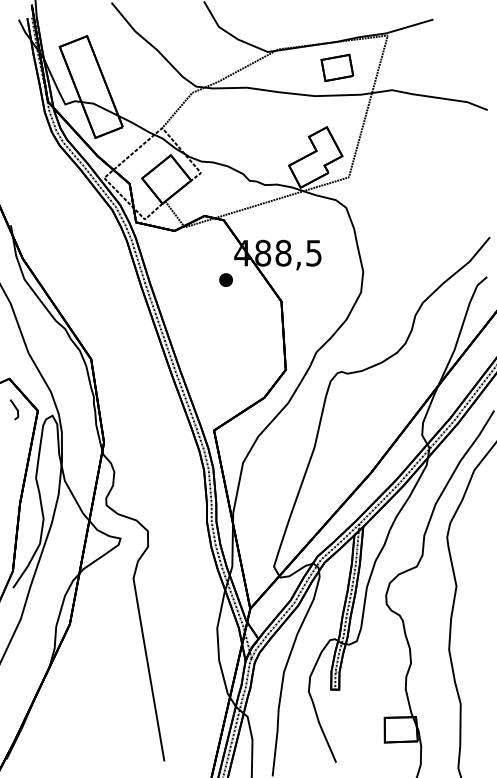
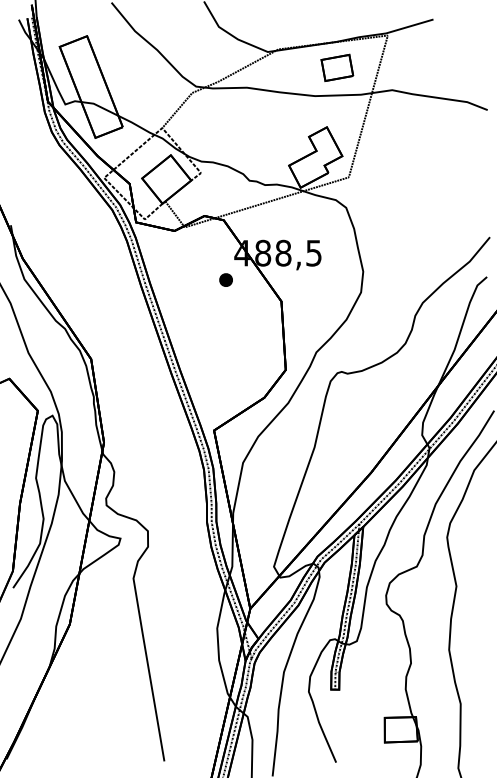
line at (15, 408): present -> none
